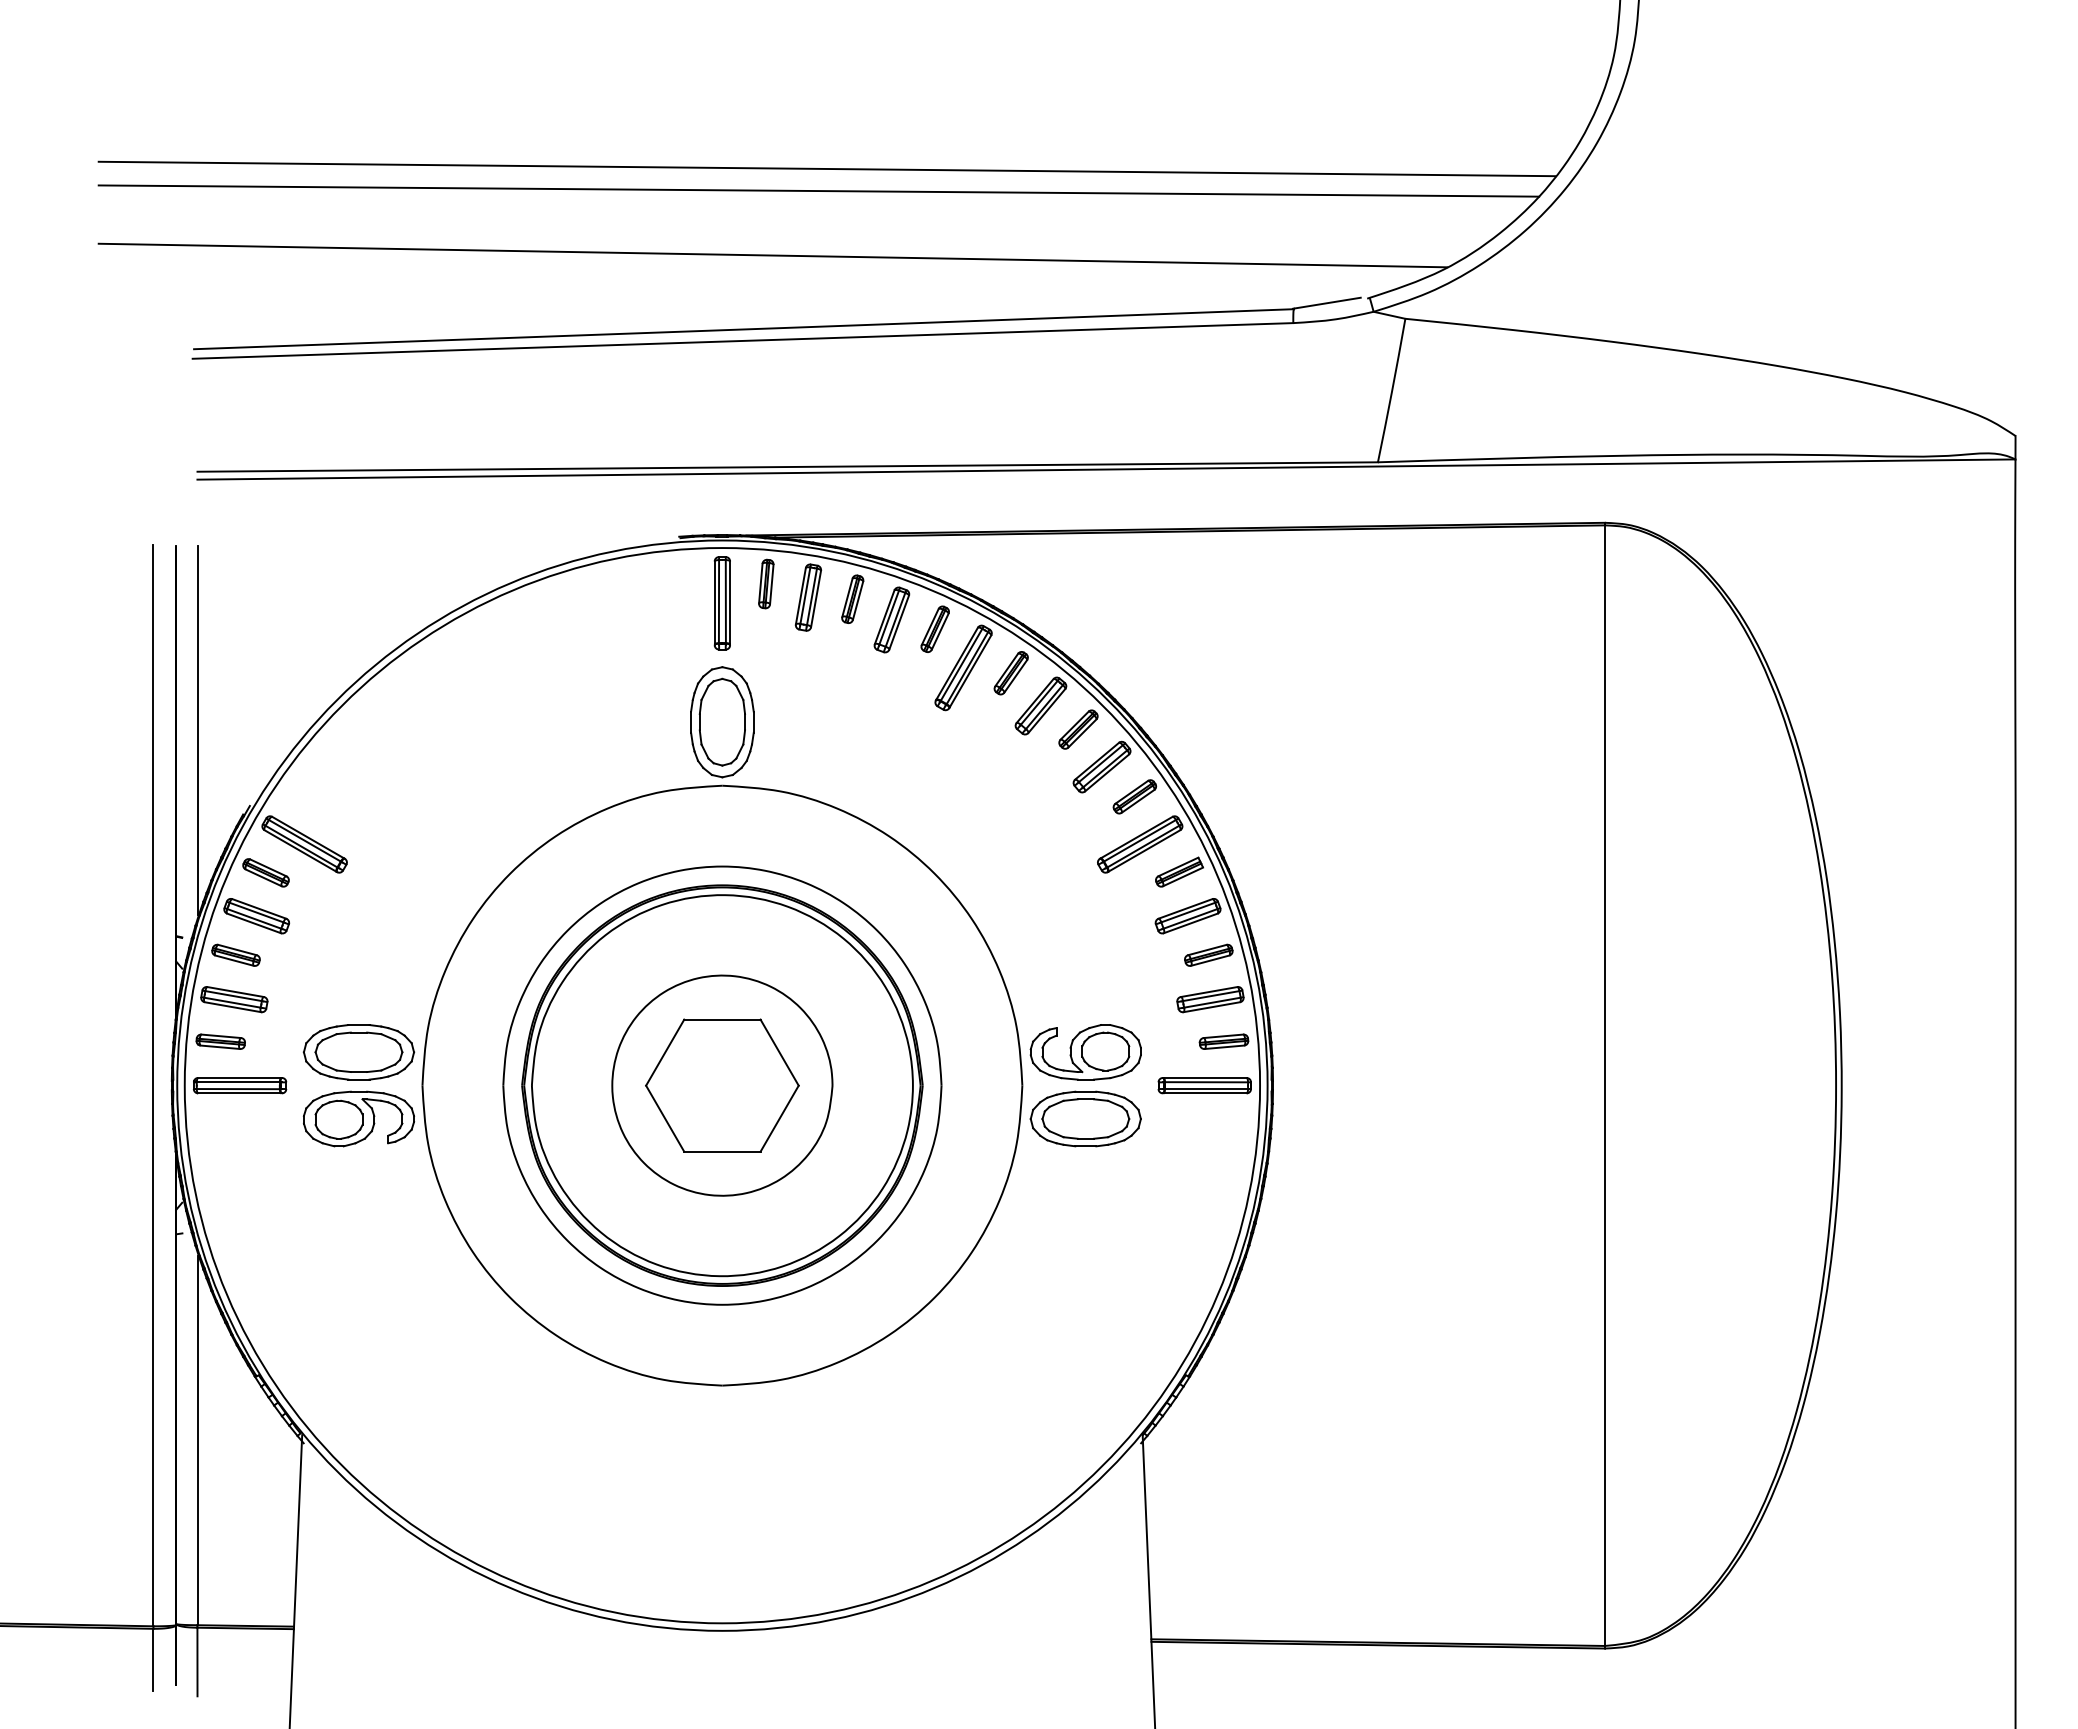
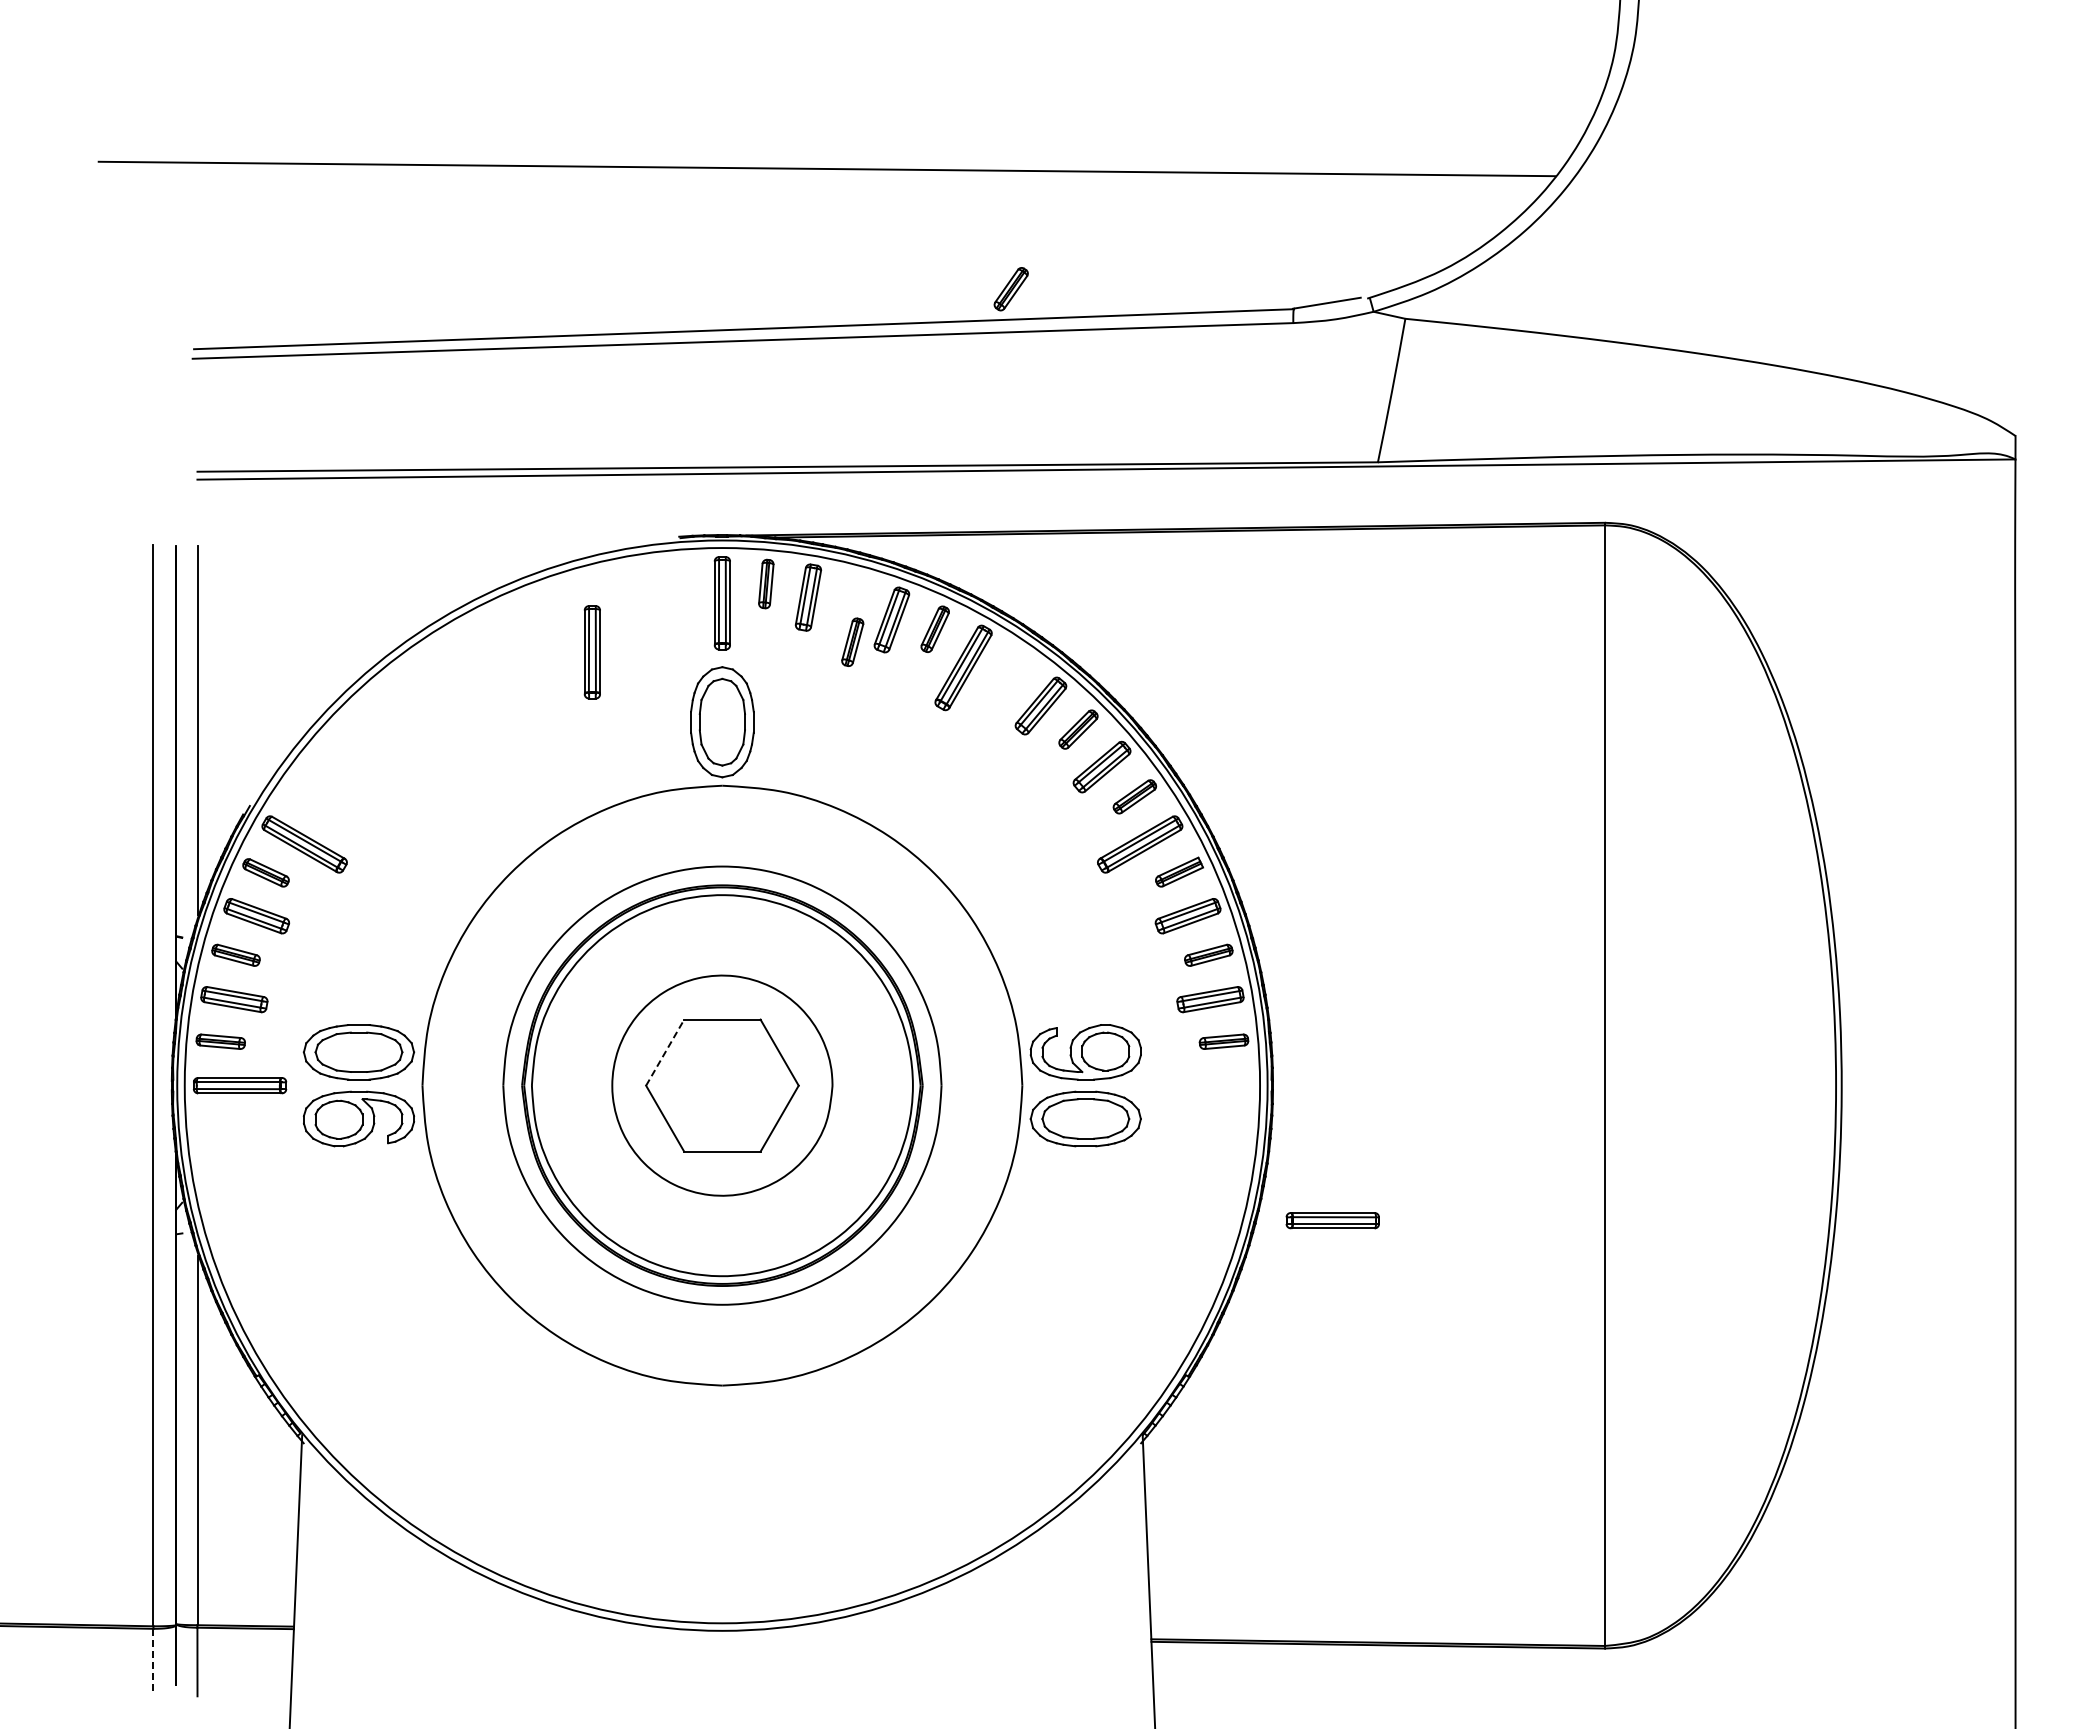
line at (818, 190): present -> none
line at (772, 255): present -> none
part at (852, 598) position: (852, 598) -> (852, 641)
part at (591, 652): none -> present
part at (1010, 673) position: (1010, 673) -> (1010, 289)
line at (665, 1052): solid -> dashed
part at (1204, 1085) position: (1204, 1085) -> (1332, 1220)
line at (153, 1659): solid -> dashed
